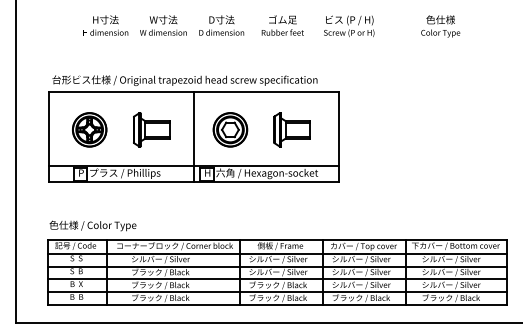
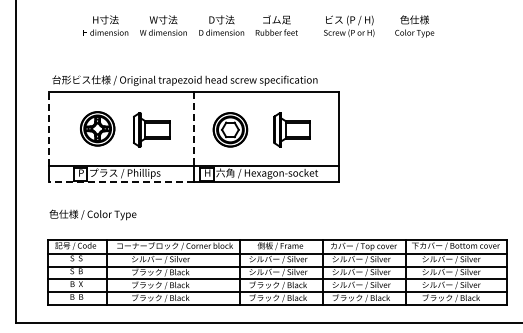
text at (282, 25) position: (282, 25) -> (276, 25)
text at (440, 26) position: (440, 26) -> (414, 26)
line at (48, 129): solid -> dashed
part at (89, 129) position: (89, 129) -> (97, 128)
line at (193, 129): solid -> dashed
line at (121, 182): solid -> dashed
text at (92, 225) position: (92, 225) -> (92, 214)
